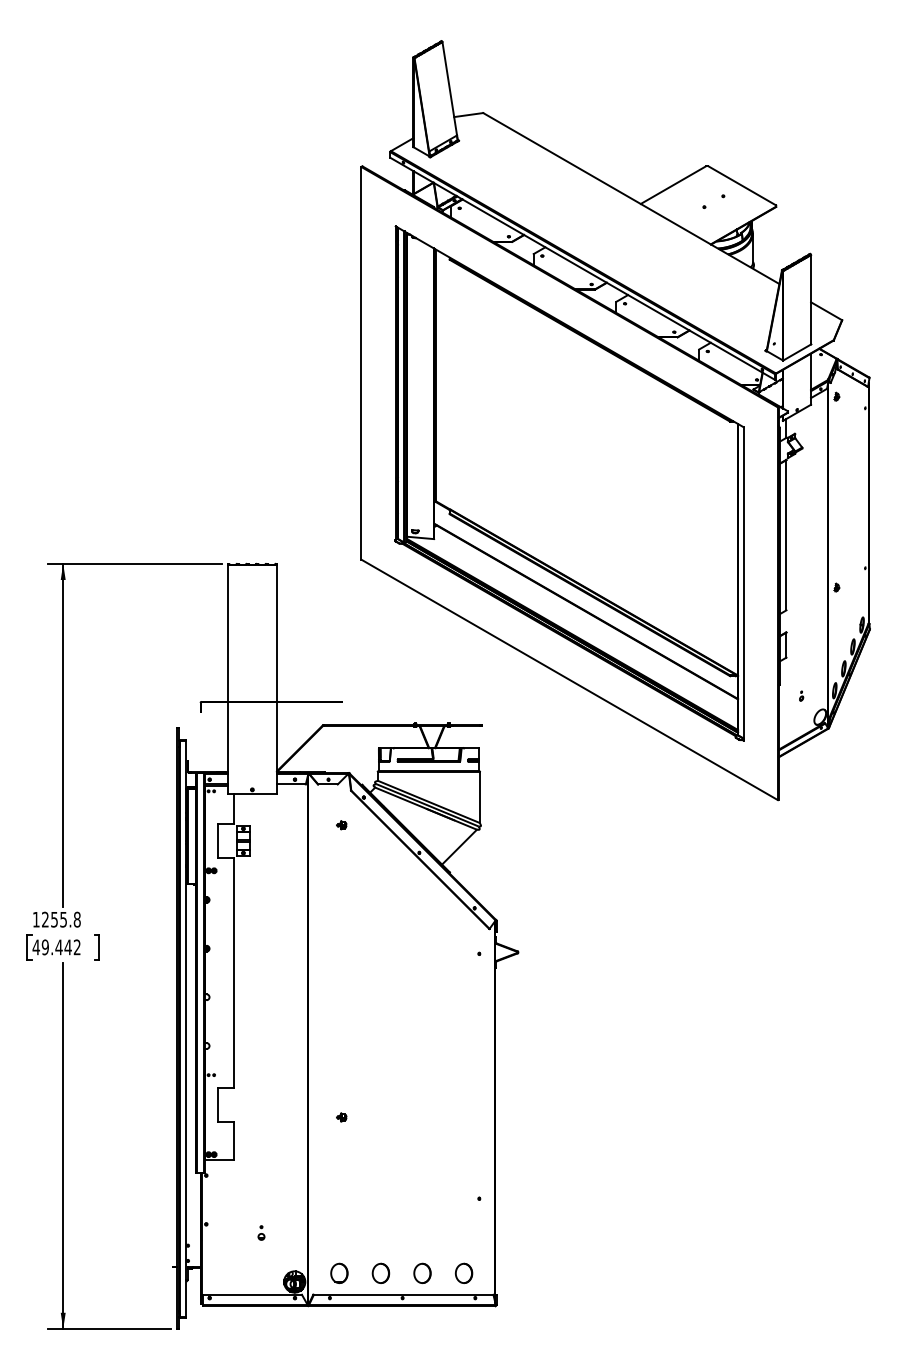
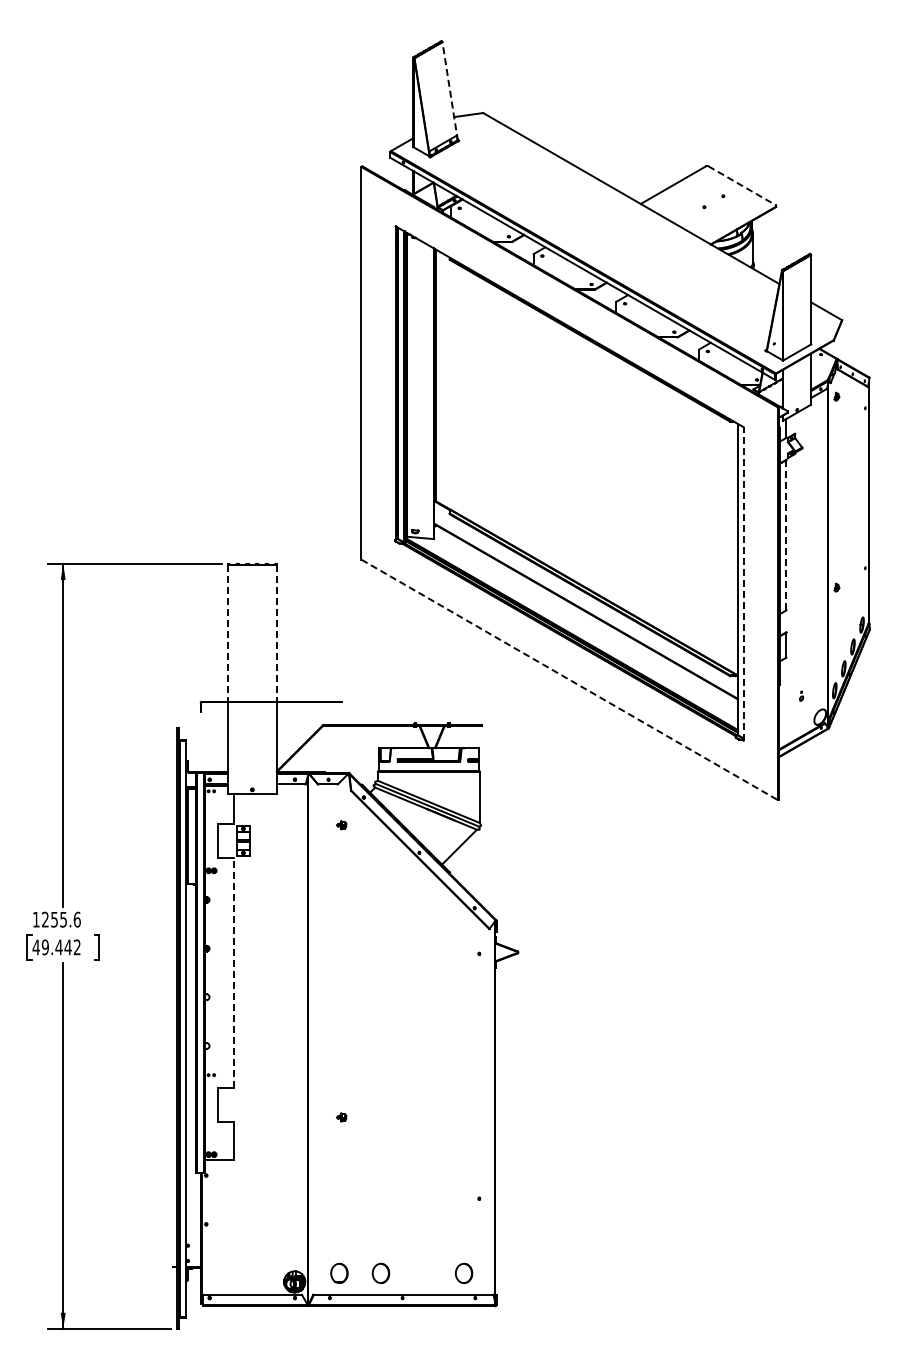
line at (450, 91): solid -> dashed
line at (742, 186): solid -> dashed
line at (786, 534): solid -> dashed
line at (743, 583): solid -> dashed
line at (227, 633): solid -> dashed
line at (277, 633): solid -> dashed
line at (570, 680): solid -> dashed
text at (76, 919): 1255.8 -> 1255.6
line at (234, 972): solid -> dashed
part at (261, 1232): present -> none
part at (422, 1272): present -> none
